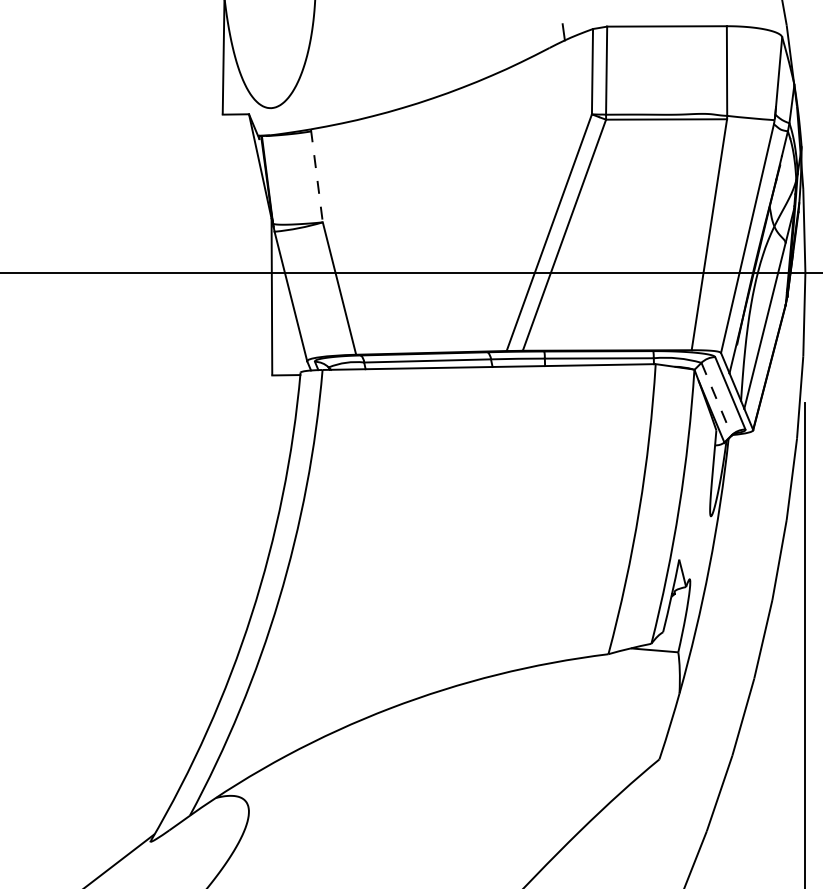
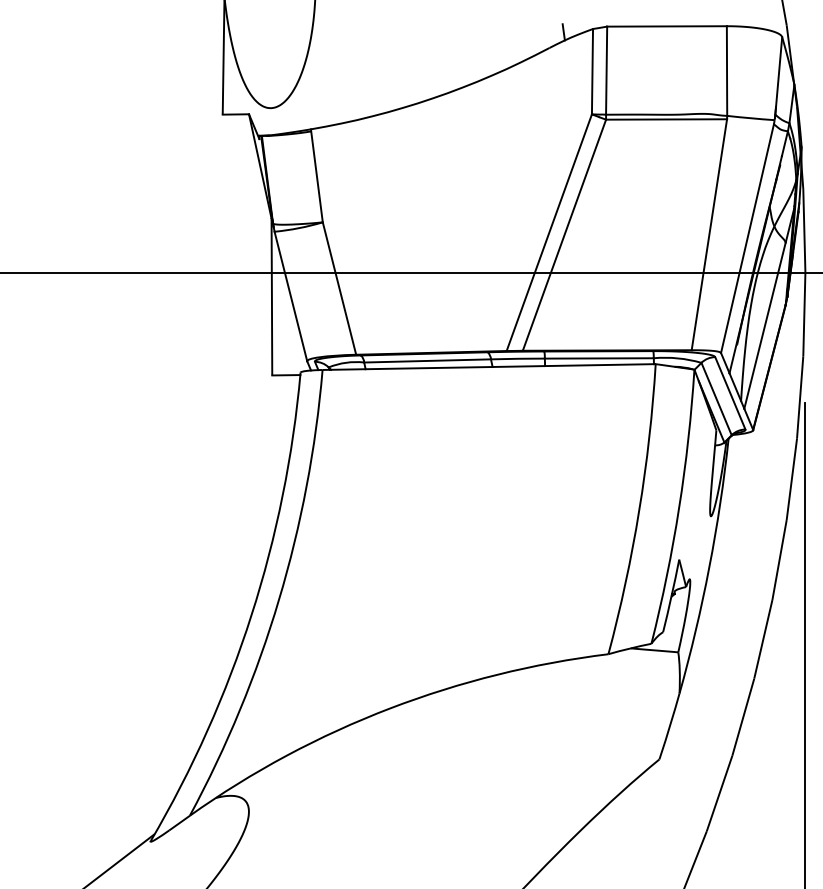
line at (316, 175): dashed -> solid
line at (716, 399): dashed -> solid
